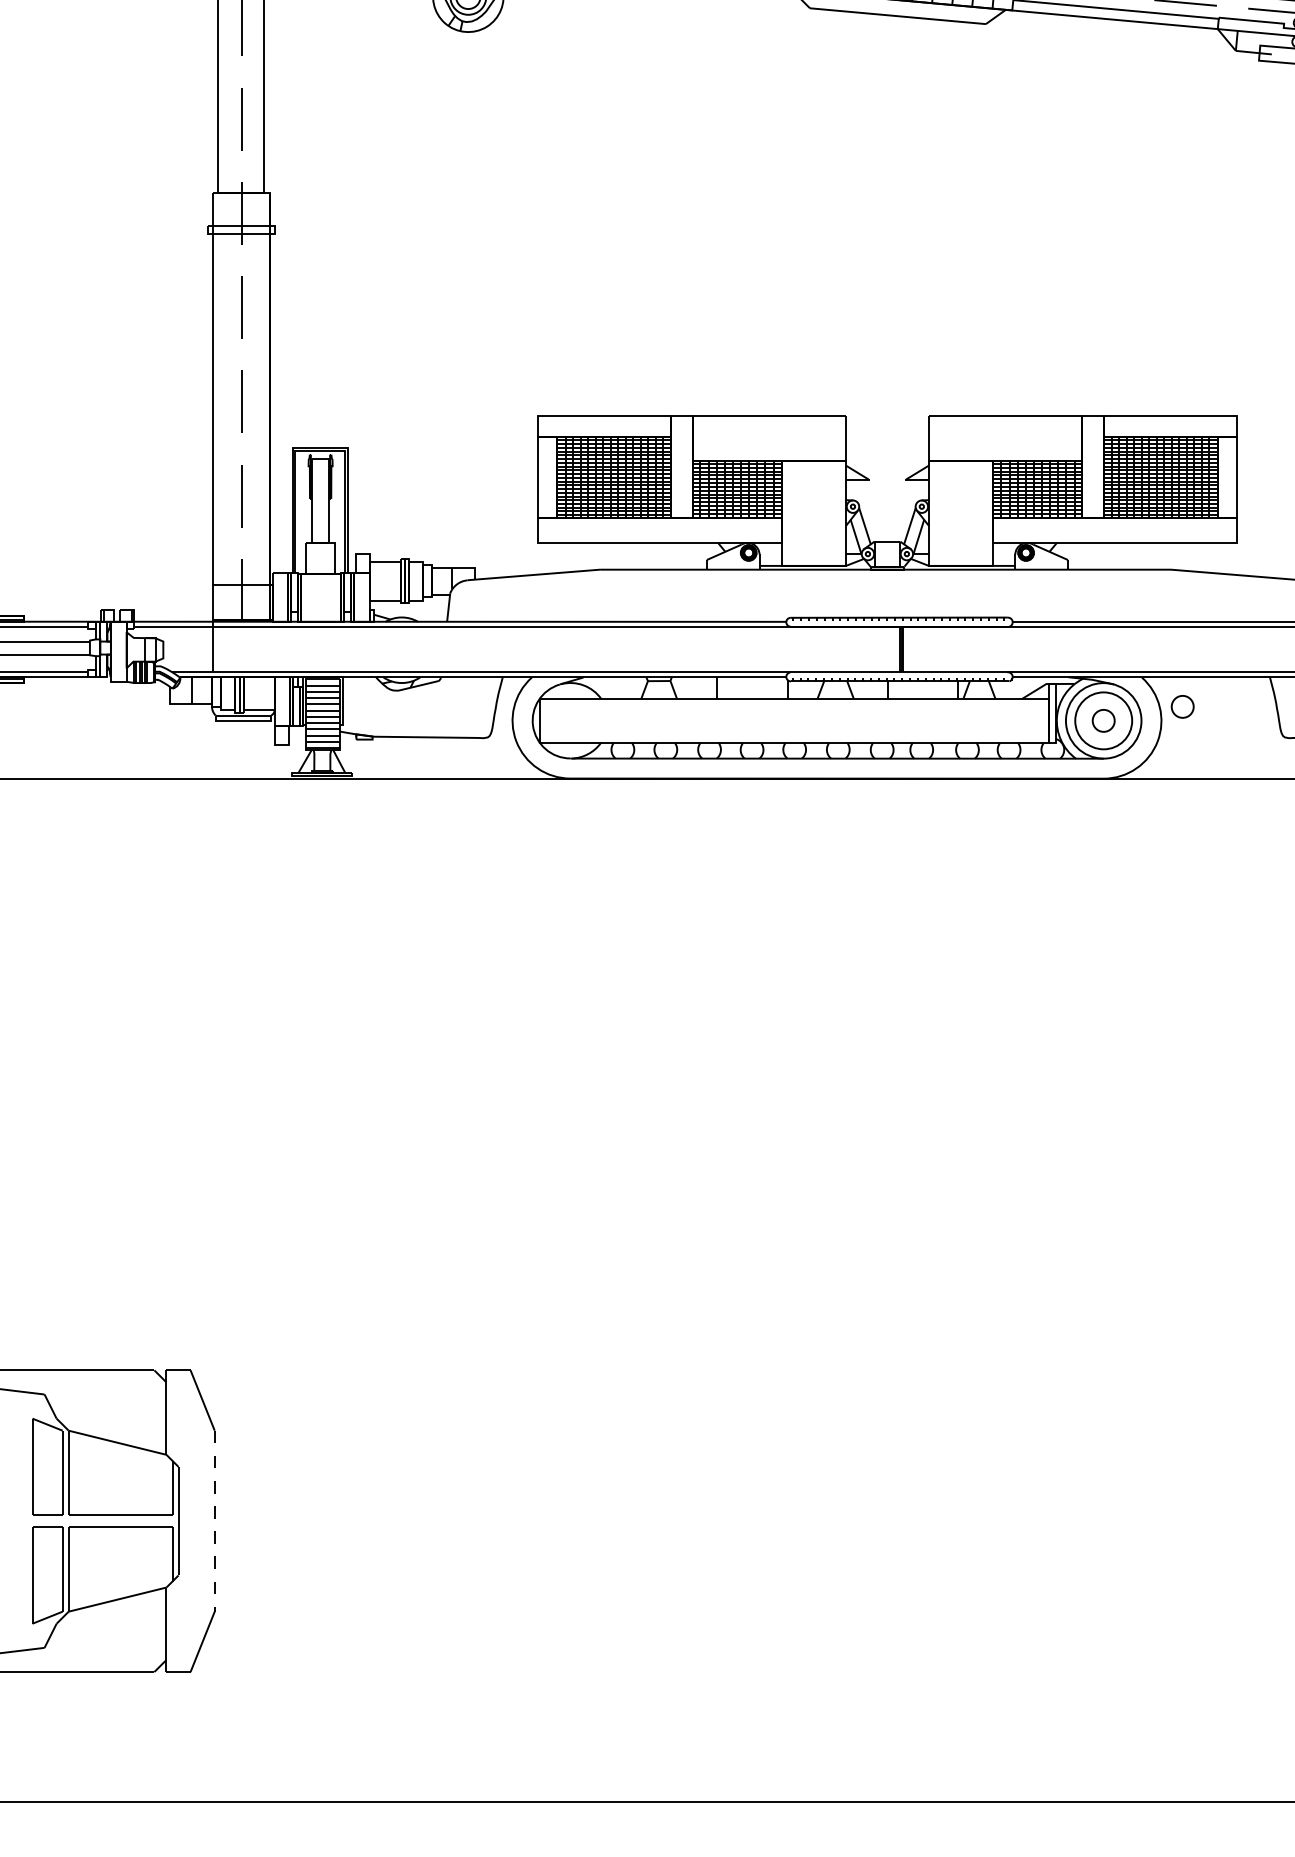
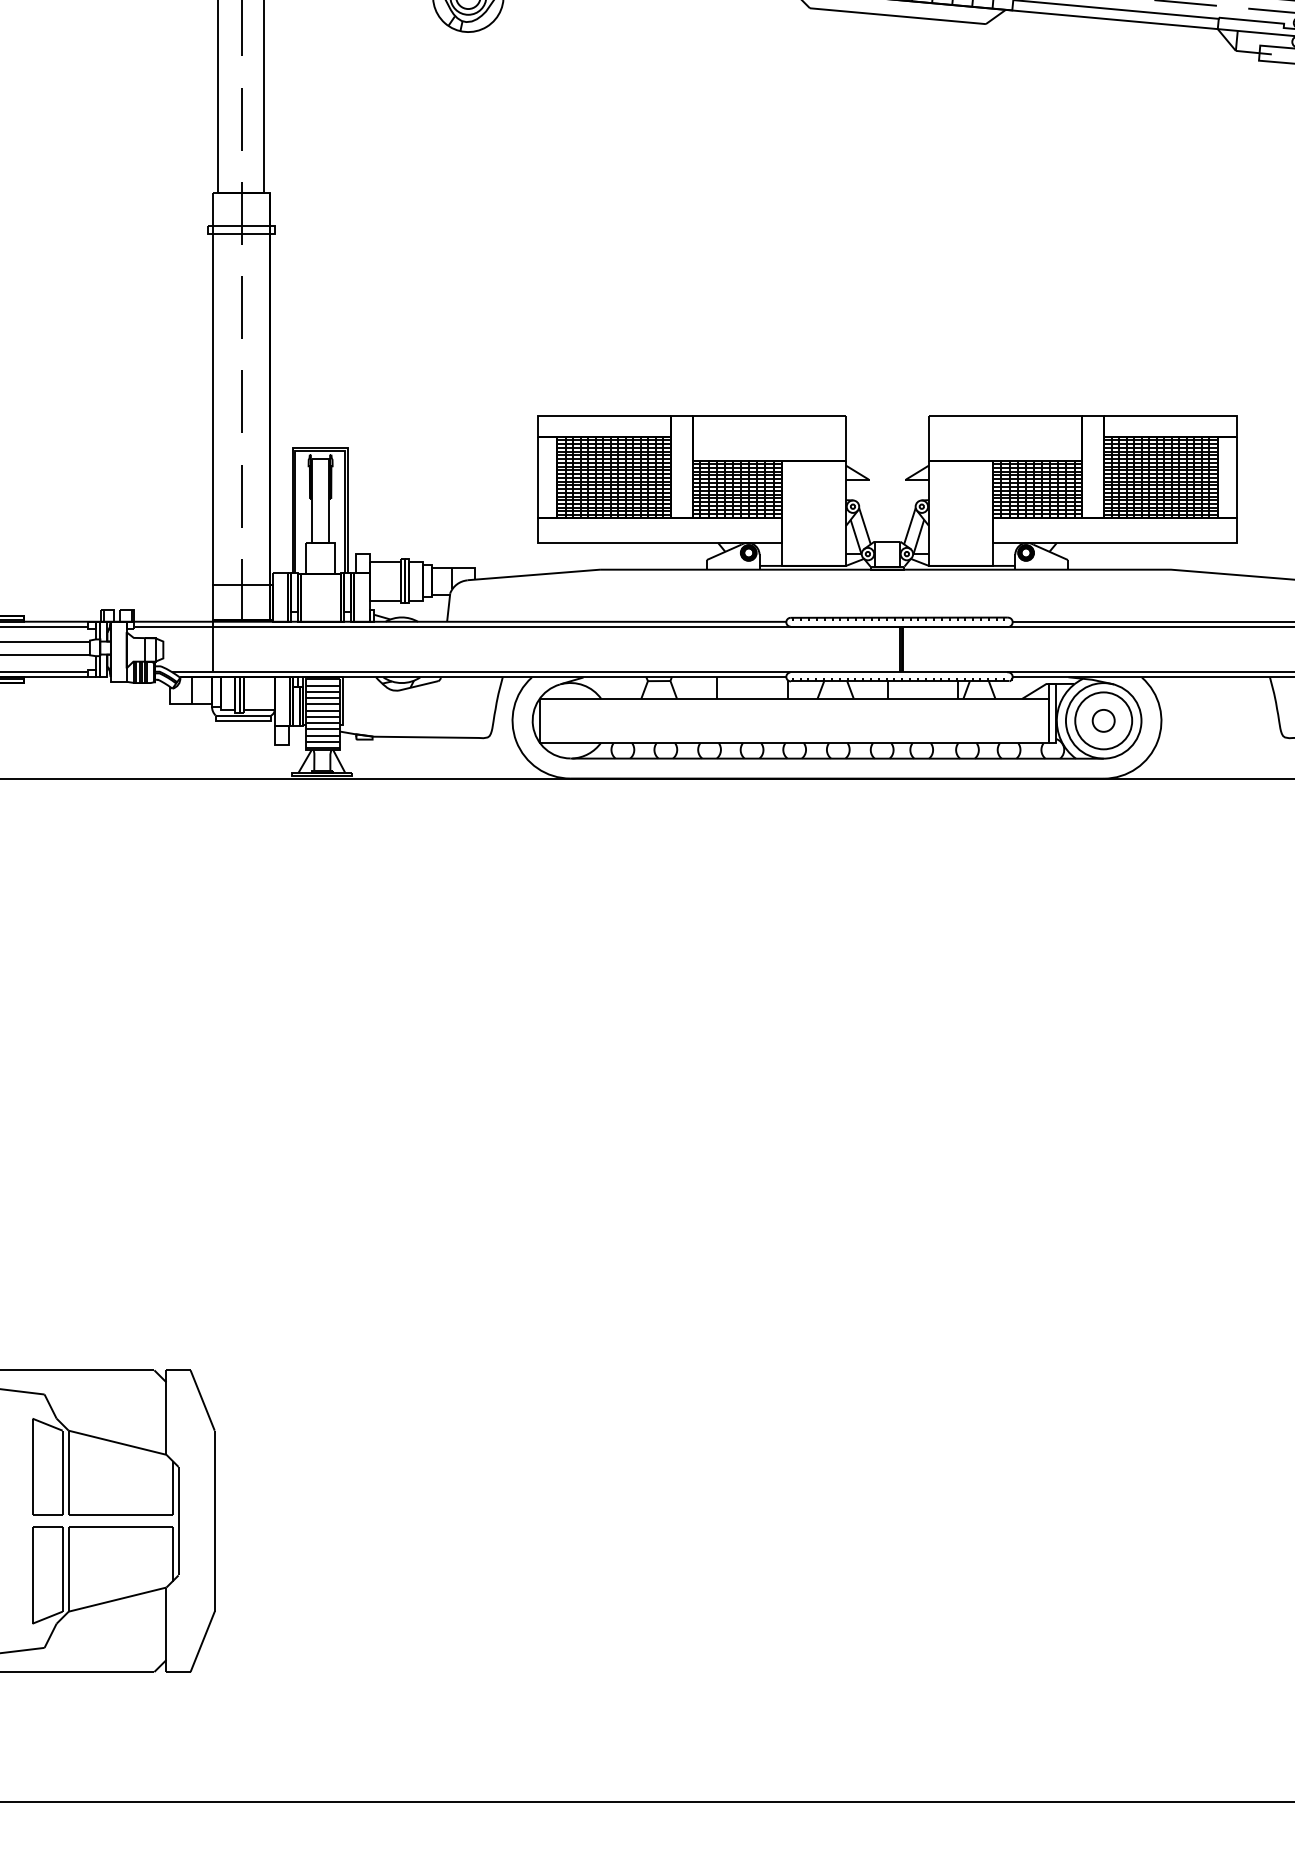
part at (1182, 706): present -> none
line at (214, 1521): dashed -> solid
